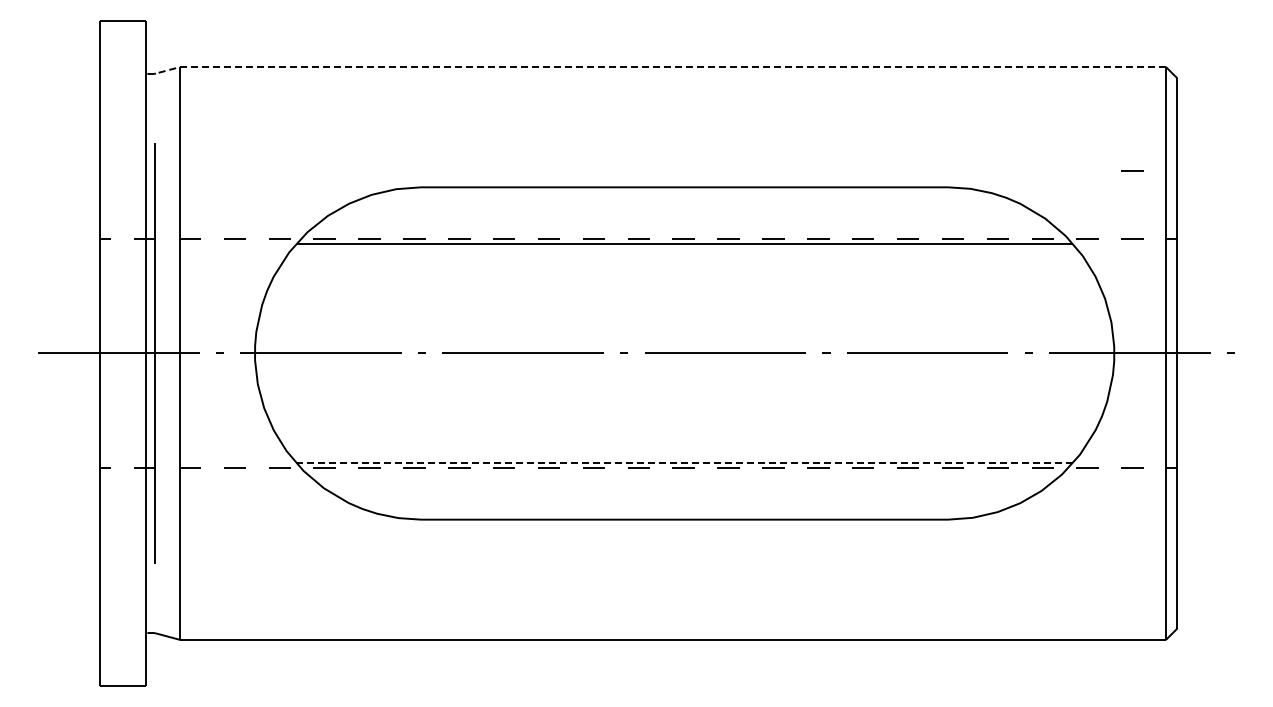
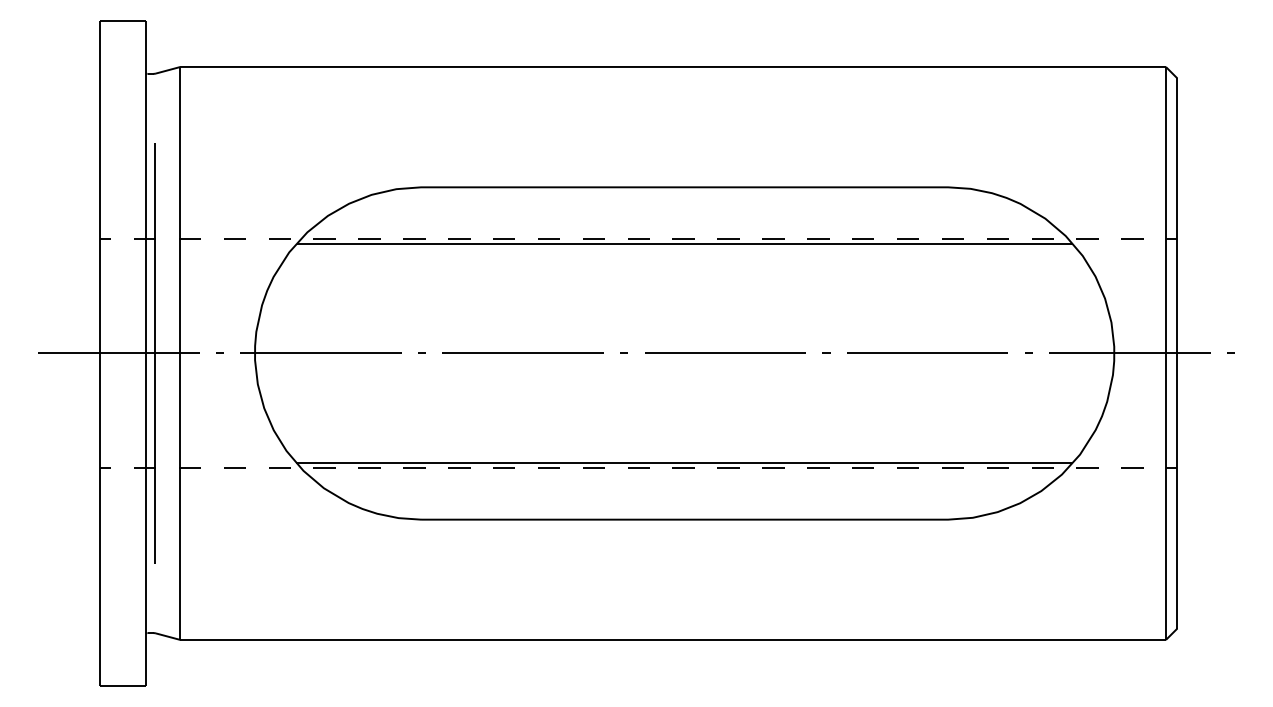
line at (659, 66): dashed -> solid
line at (1132, 170): present -> none
line at (684, 462): dashed -> solid
